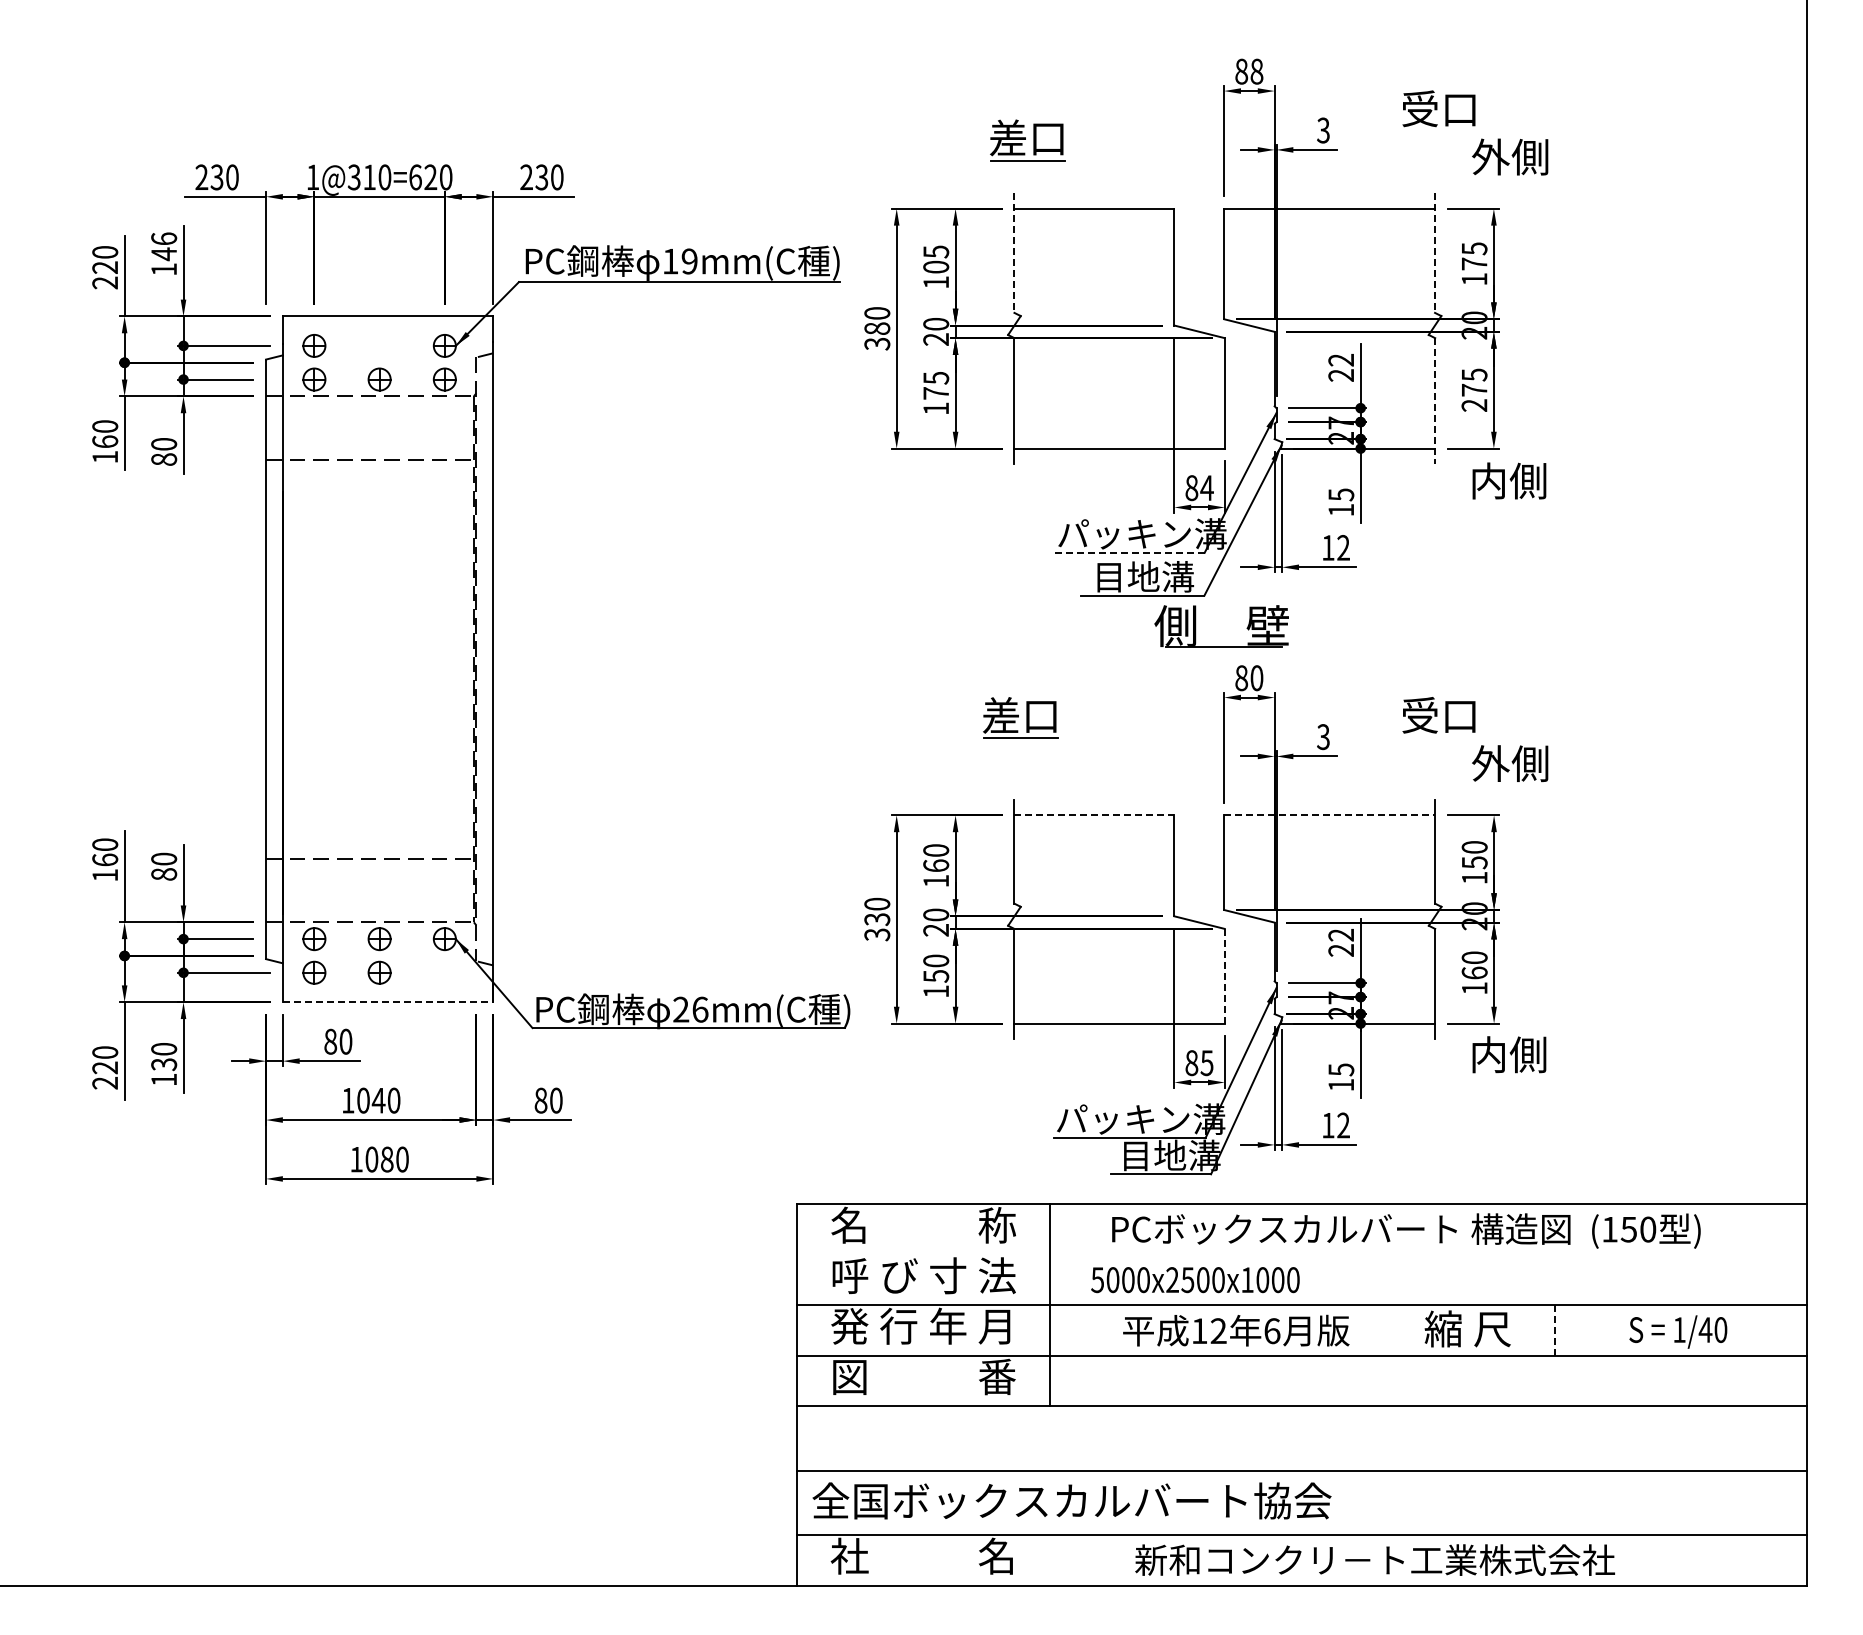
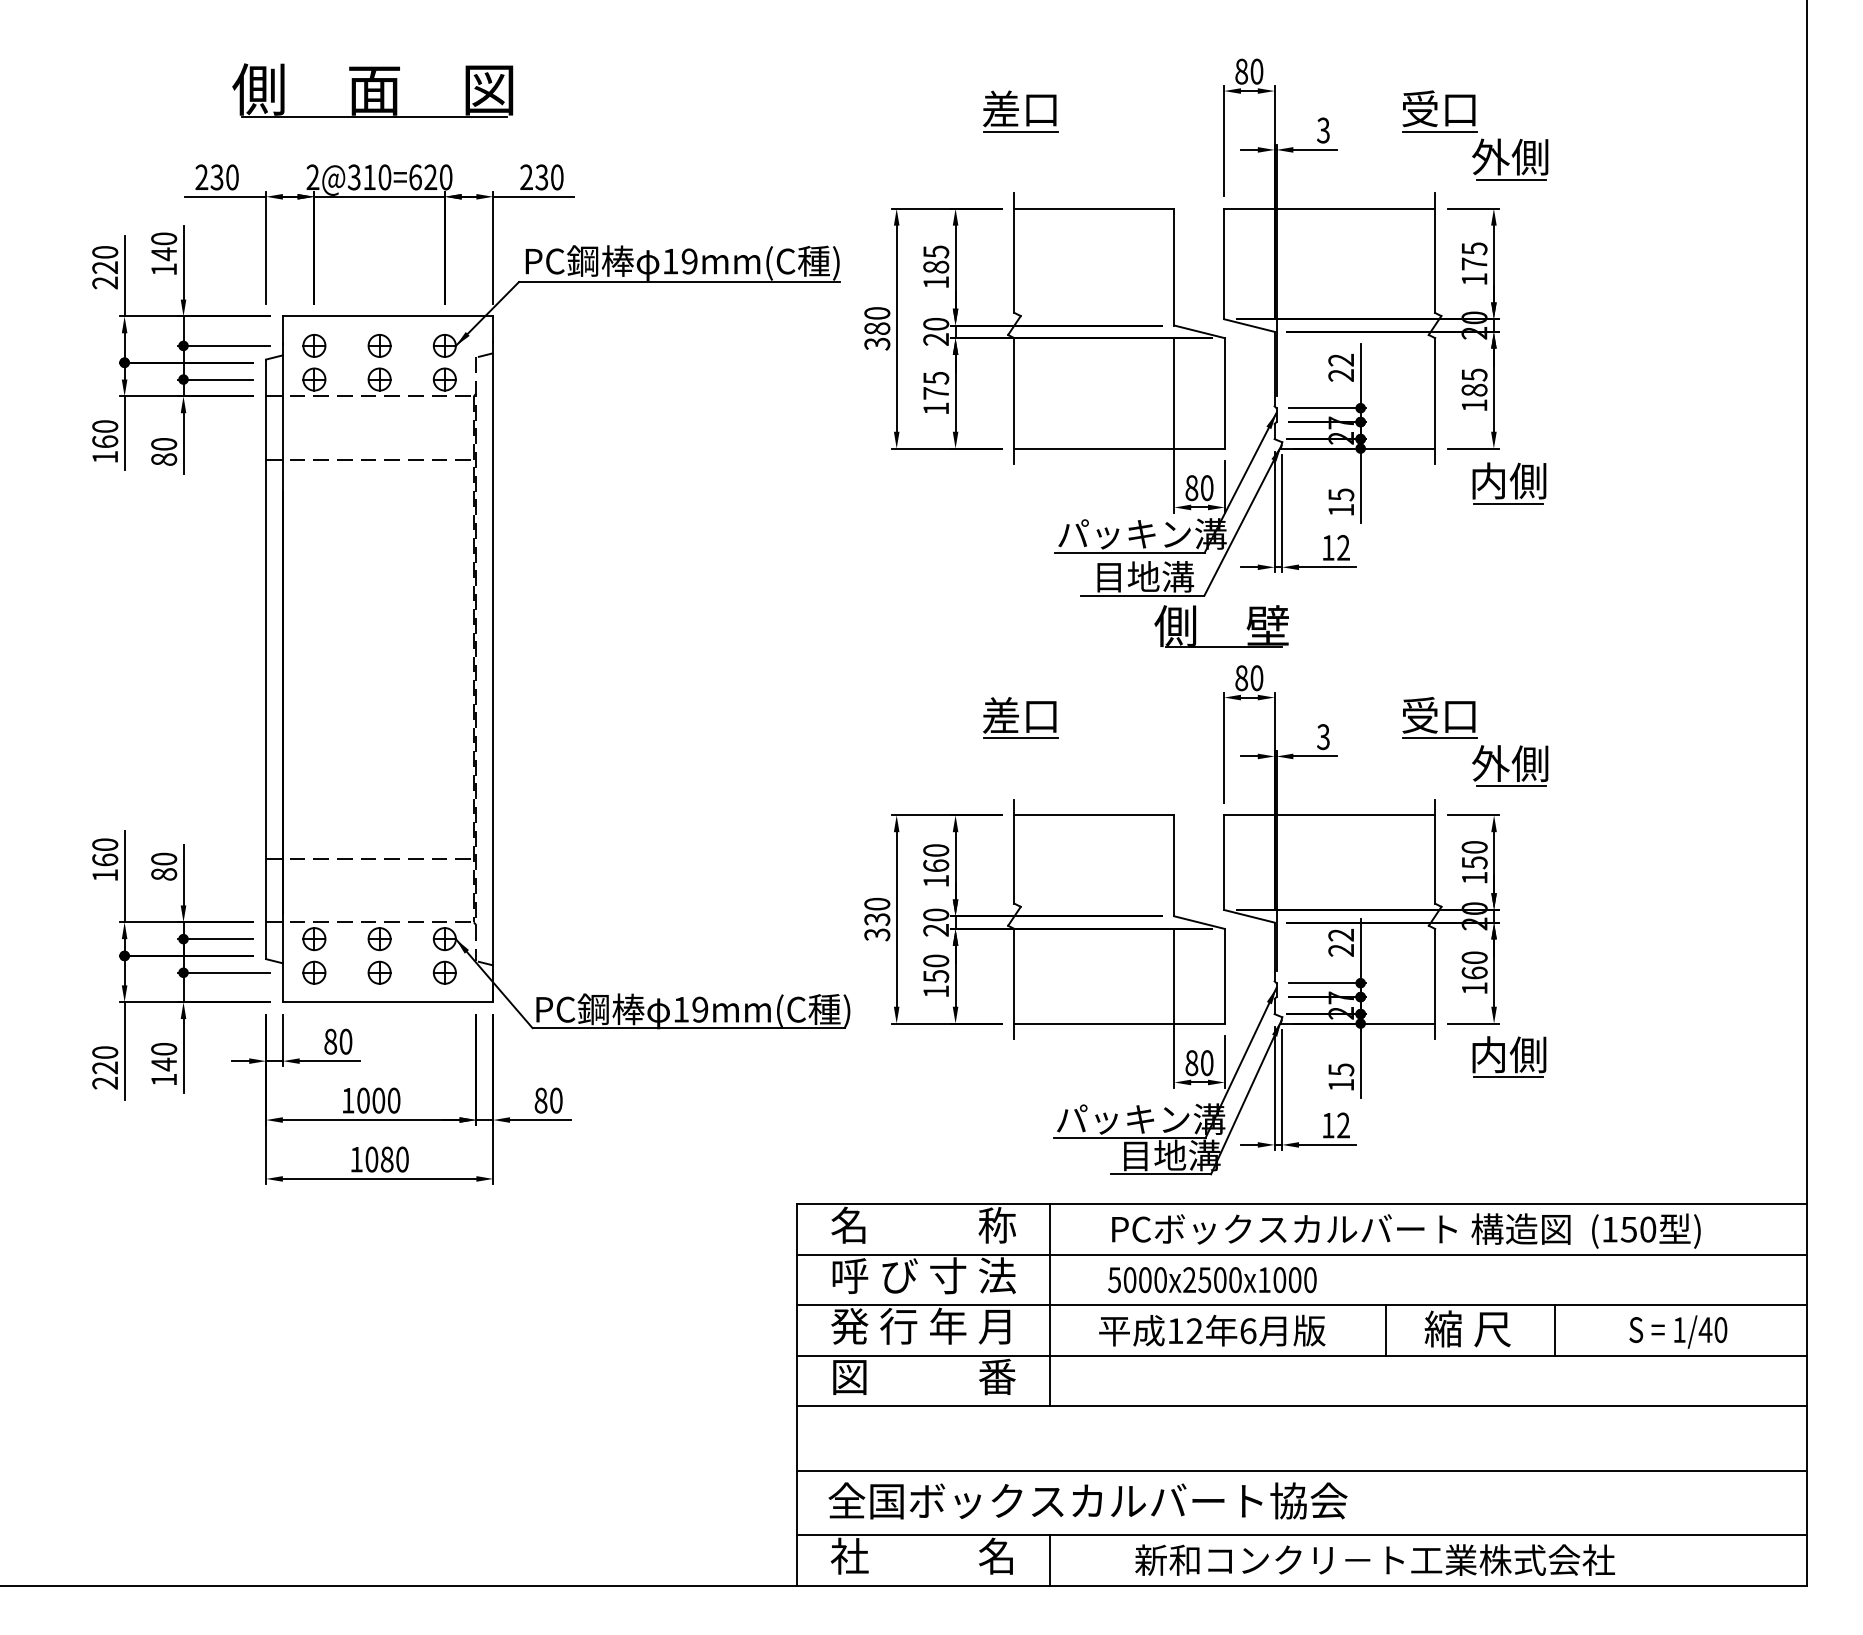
text at (1256, 71): 88 -> 80
part at (372, 90): none -> present
line at (1440, 131): none -> present
part at (1027, 140) position: (1027, 140) -> (1020, 111)
text at (312, 176): 1@310=620 -> 2@310=620
line at (1511, 179): none -> present
text at (164, 238): 146 -> 140
line at (1014, 252): dashed -> solid
line at (1435, 252): dashed -> solid
text at (936, 266): 105 -> 185
part at (379, 345): none -> present
text at (1474, 397): 275 -> 185
line at (1435, 401): dashed -> solid
text at (1206, 488): 84 -> 80
line at (1508, 503): none -> present
line at (1130, 552): dashed -> solid
line at (1440, 738): none -> present
line at (1511, 786): none -> present
line at (1094, 815): dashed -> solid
line at (1329, 815): dashed -> solid
part at (444, 972): none -> present
line at (1224, 976): dashed -> solid
line at (388, 1002): dashed -> solid
text at (690, 1009): 26mm(C -> 19mm(C
text at (1206, 1063): 85 -> 80
text at (164, 1064): 130 -> 140
line at (1508, 1077): none -> present
text at (378, 1100): 1040 -> 1000
line at (1302, 1254): none -> present
text at (1195, 1280) position: (1195, 1280) -> (1212, 1280)
text at (1236, 1330) position: (1236, 1330) -> (1212, 1330)
line at (1386, 1330): none -> present
line at (1554, 1331): dashed -> solid
text at (1071, 1500) position: (1071, 1500) -> (1087, 1500)
line at (1049, 1560): none -> present
